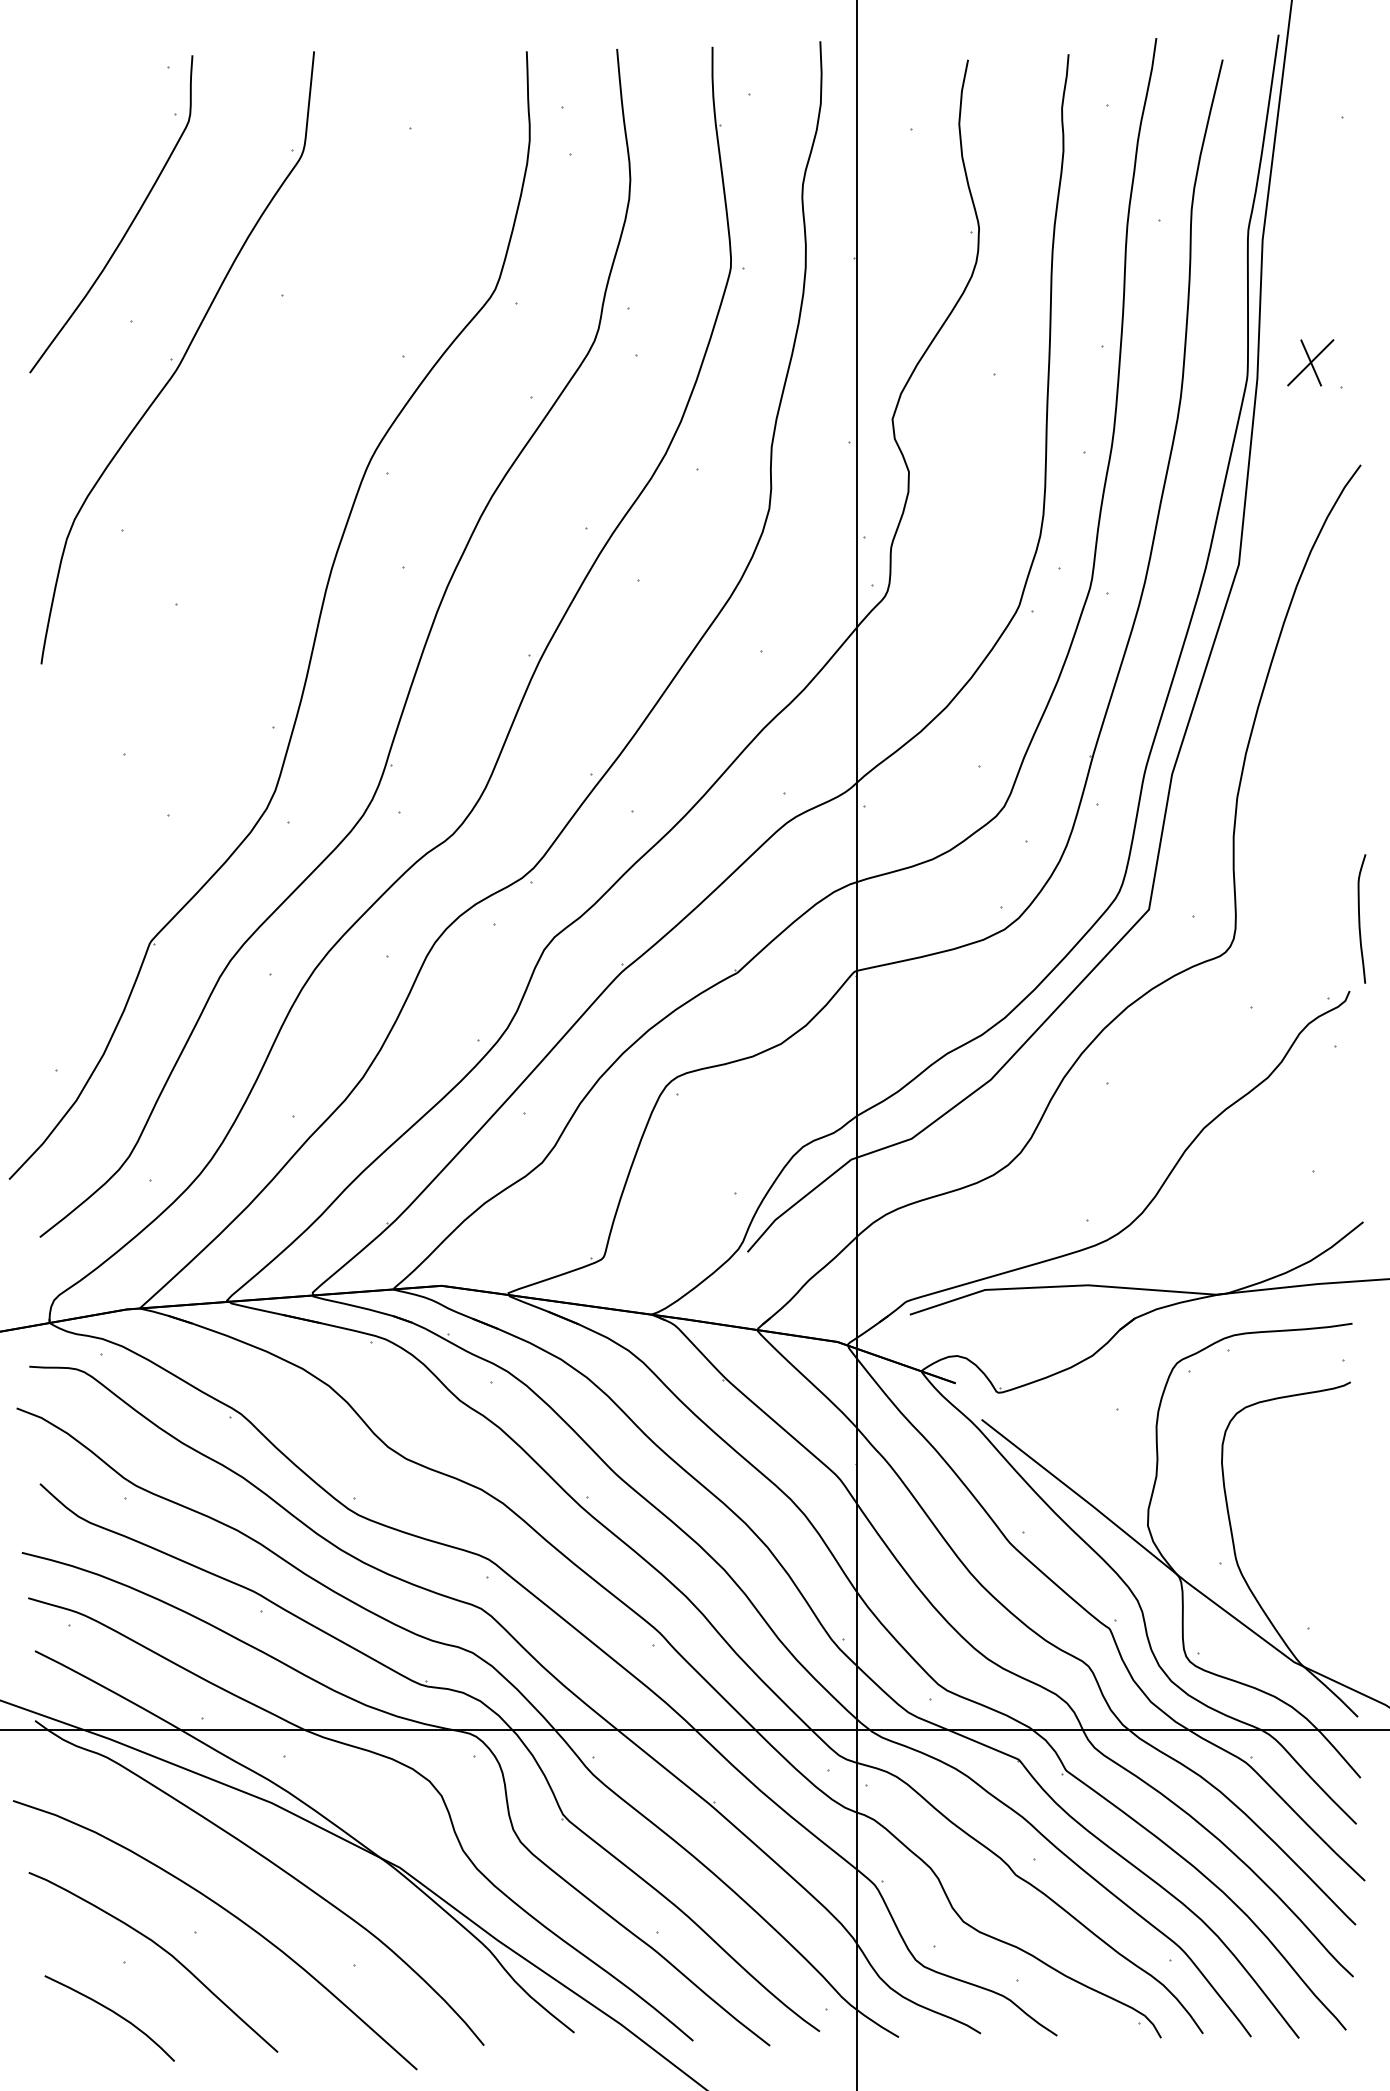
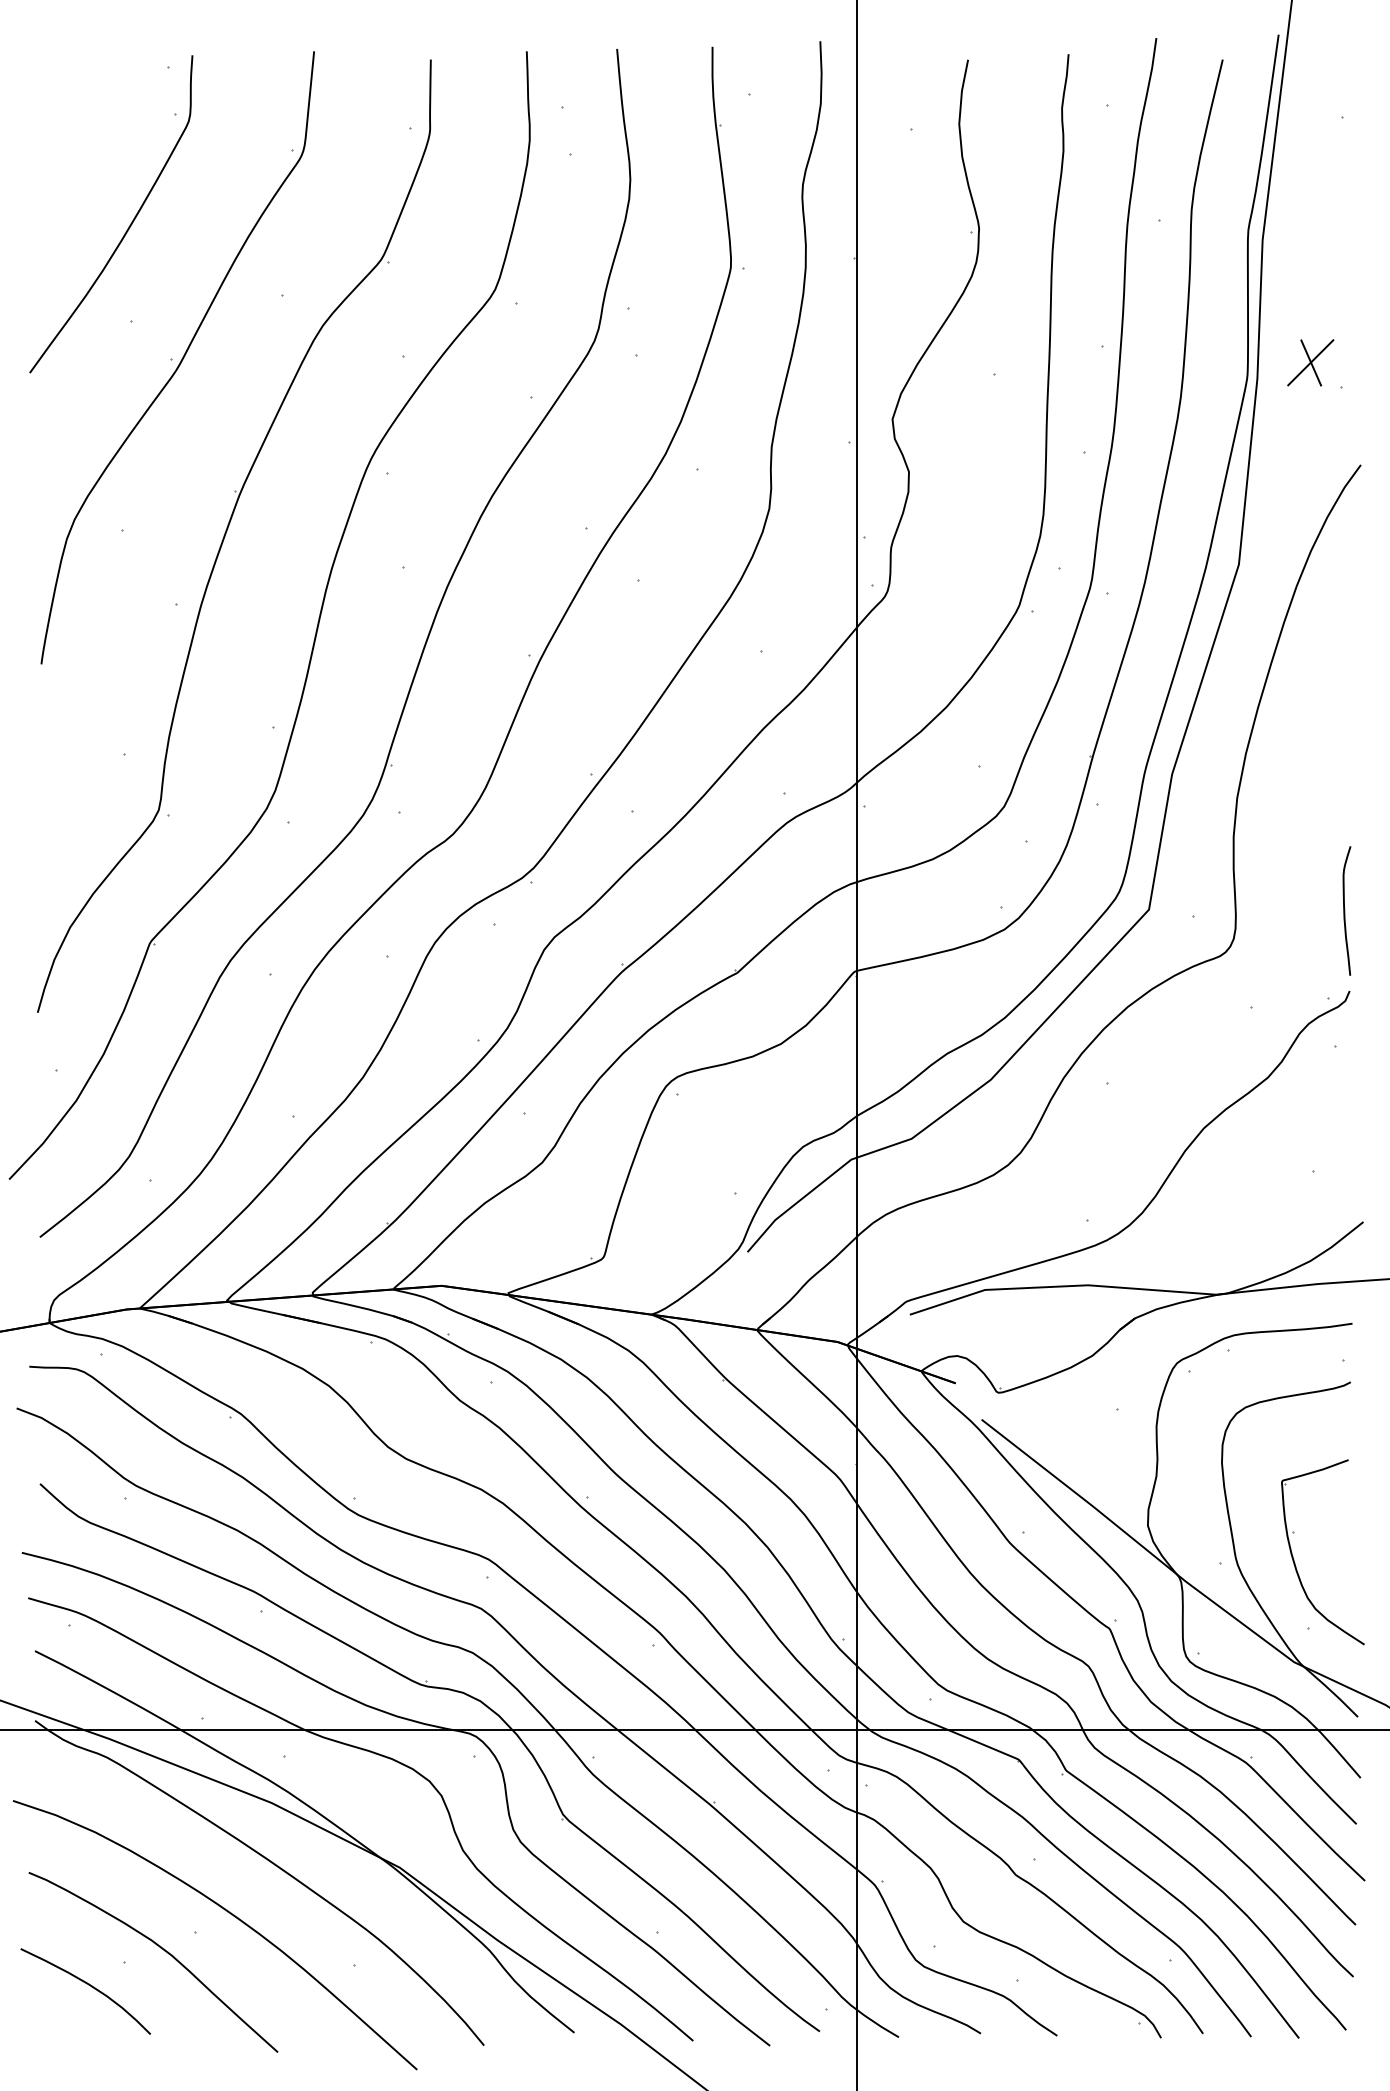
part at (227, 531): none -> present
curve at (1360, 918) position: (1360, 918) -> (1345, 910)
part at (1294, 1559): none -> present
curve at (112, 2012) position: (112, 2012) -> (88, 1985)
